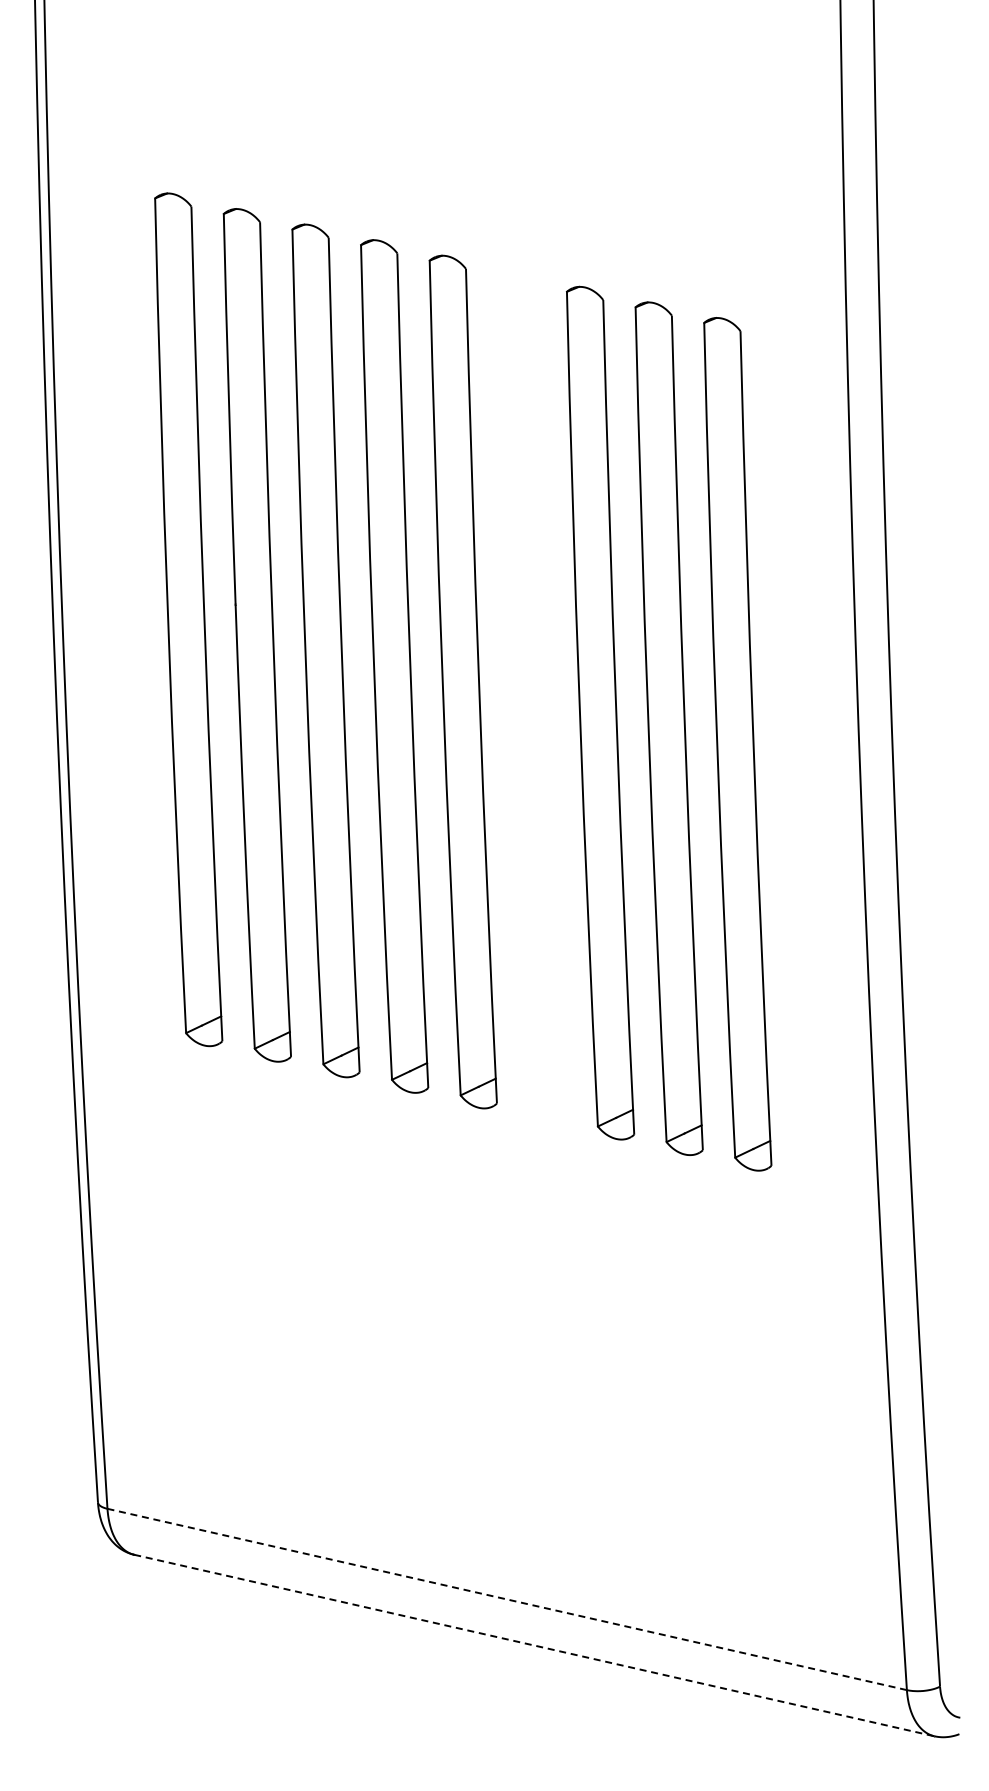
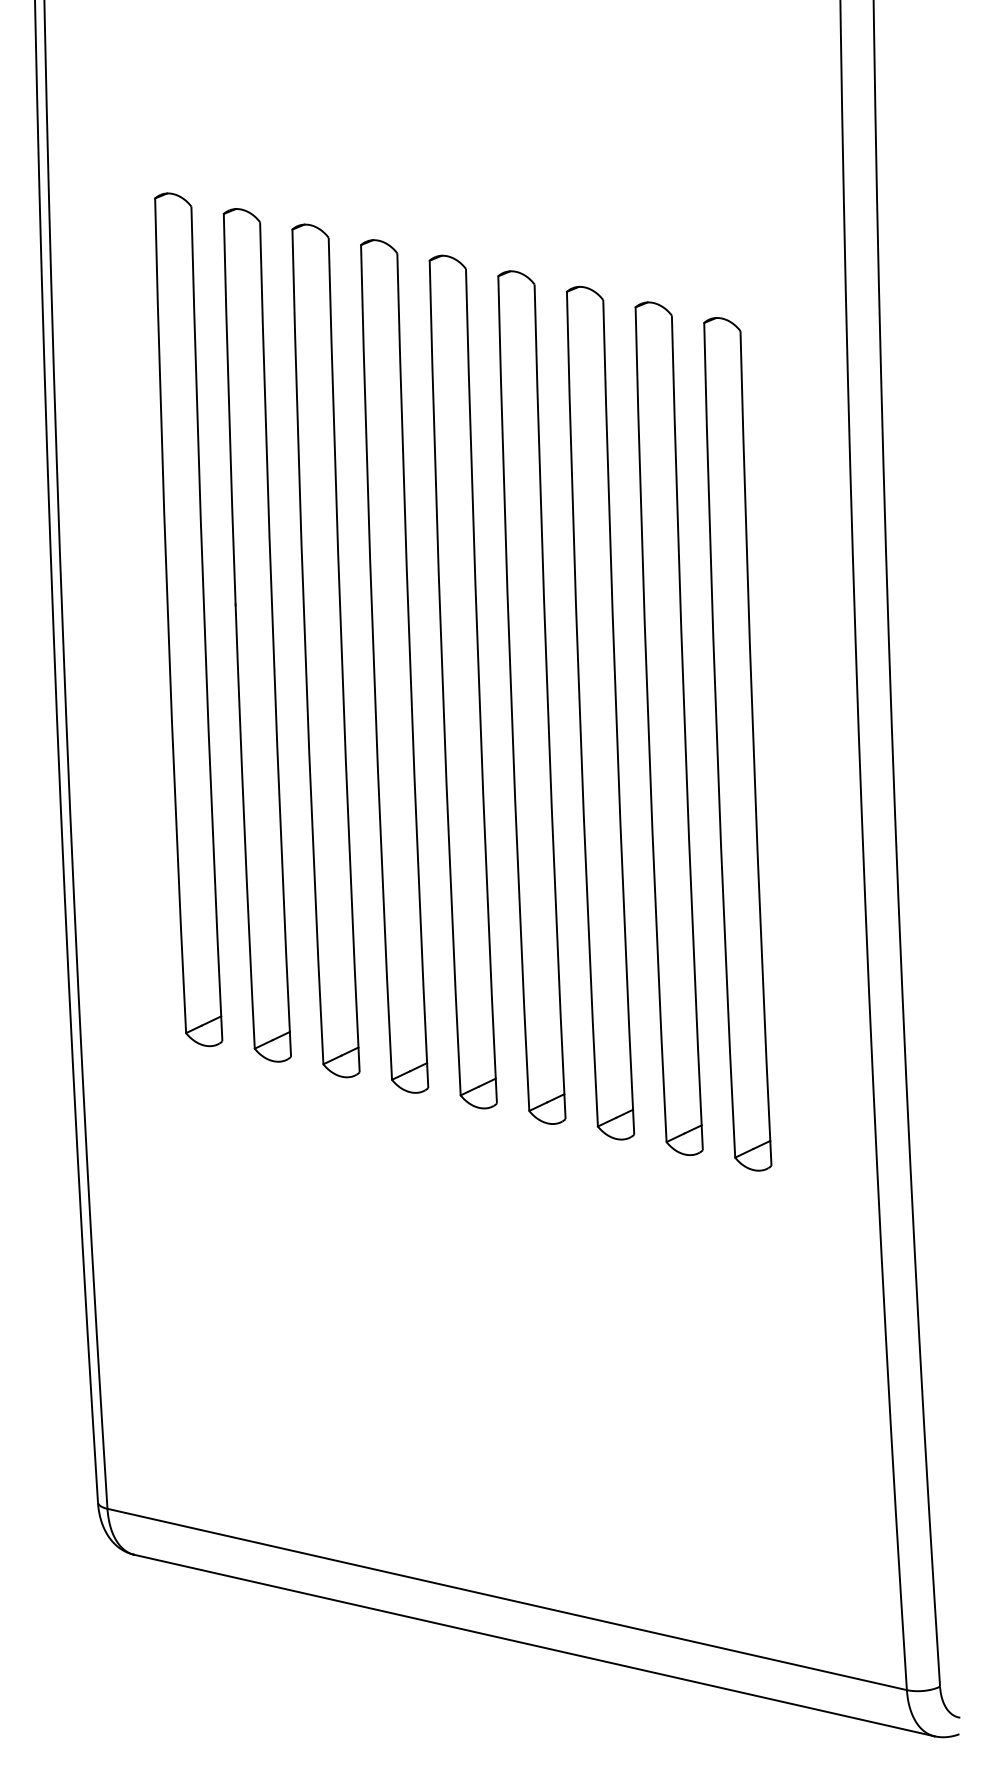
part at (531, 697): none -> present
line at (507, 1599): dashed -> solid
line at (534, 1645): dashed -> solid
